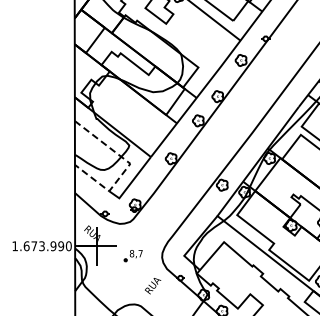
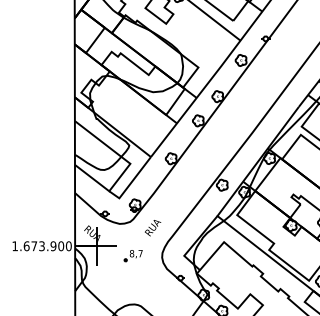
line at (127, 166): dashed -> solid
text at (60, 246): 1.673.990 -> 1.673.900
text at (153, 286) position: (153, 286) -> (153, 228)
